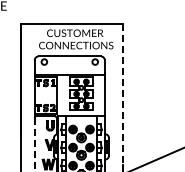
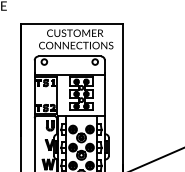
line at (123, 97): dashed -> solid
line at (34, 144): dashed -> solid
